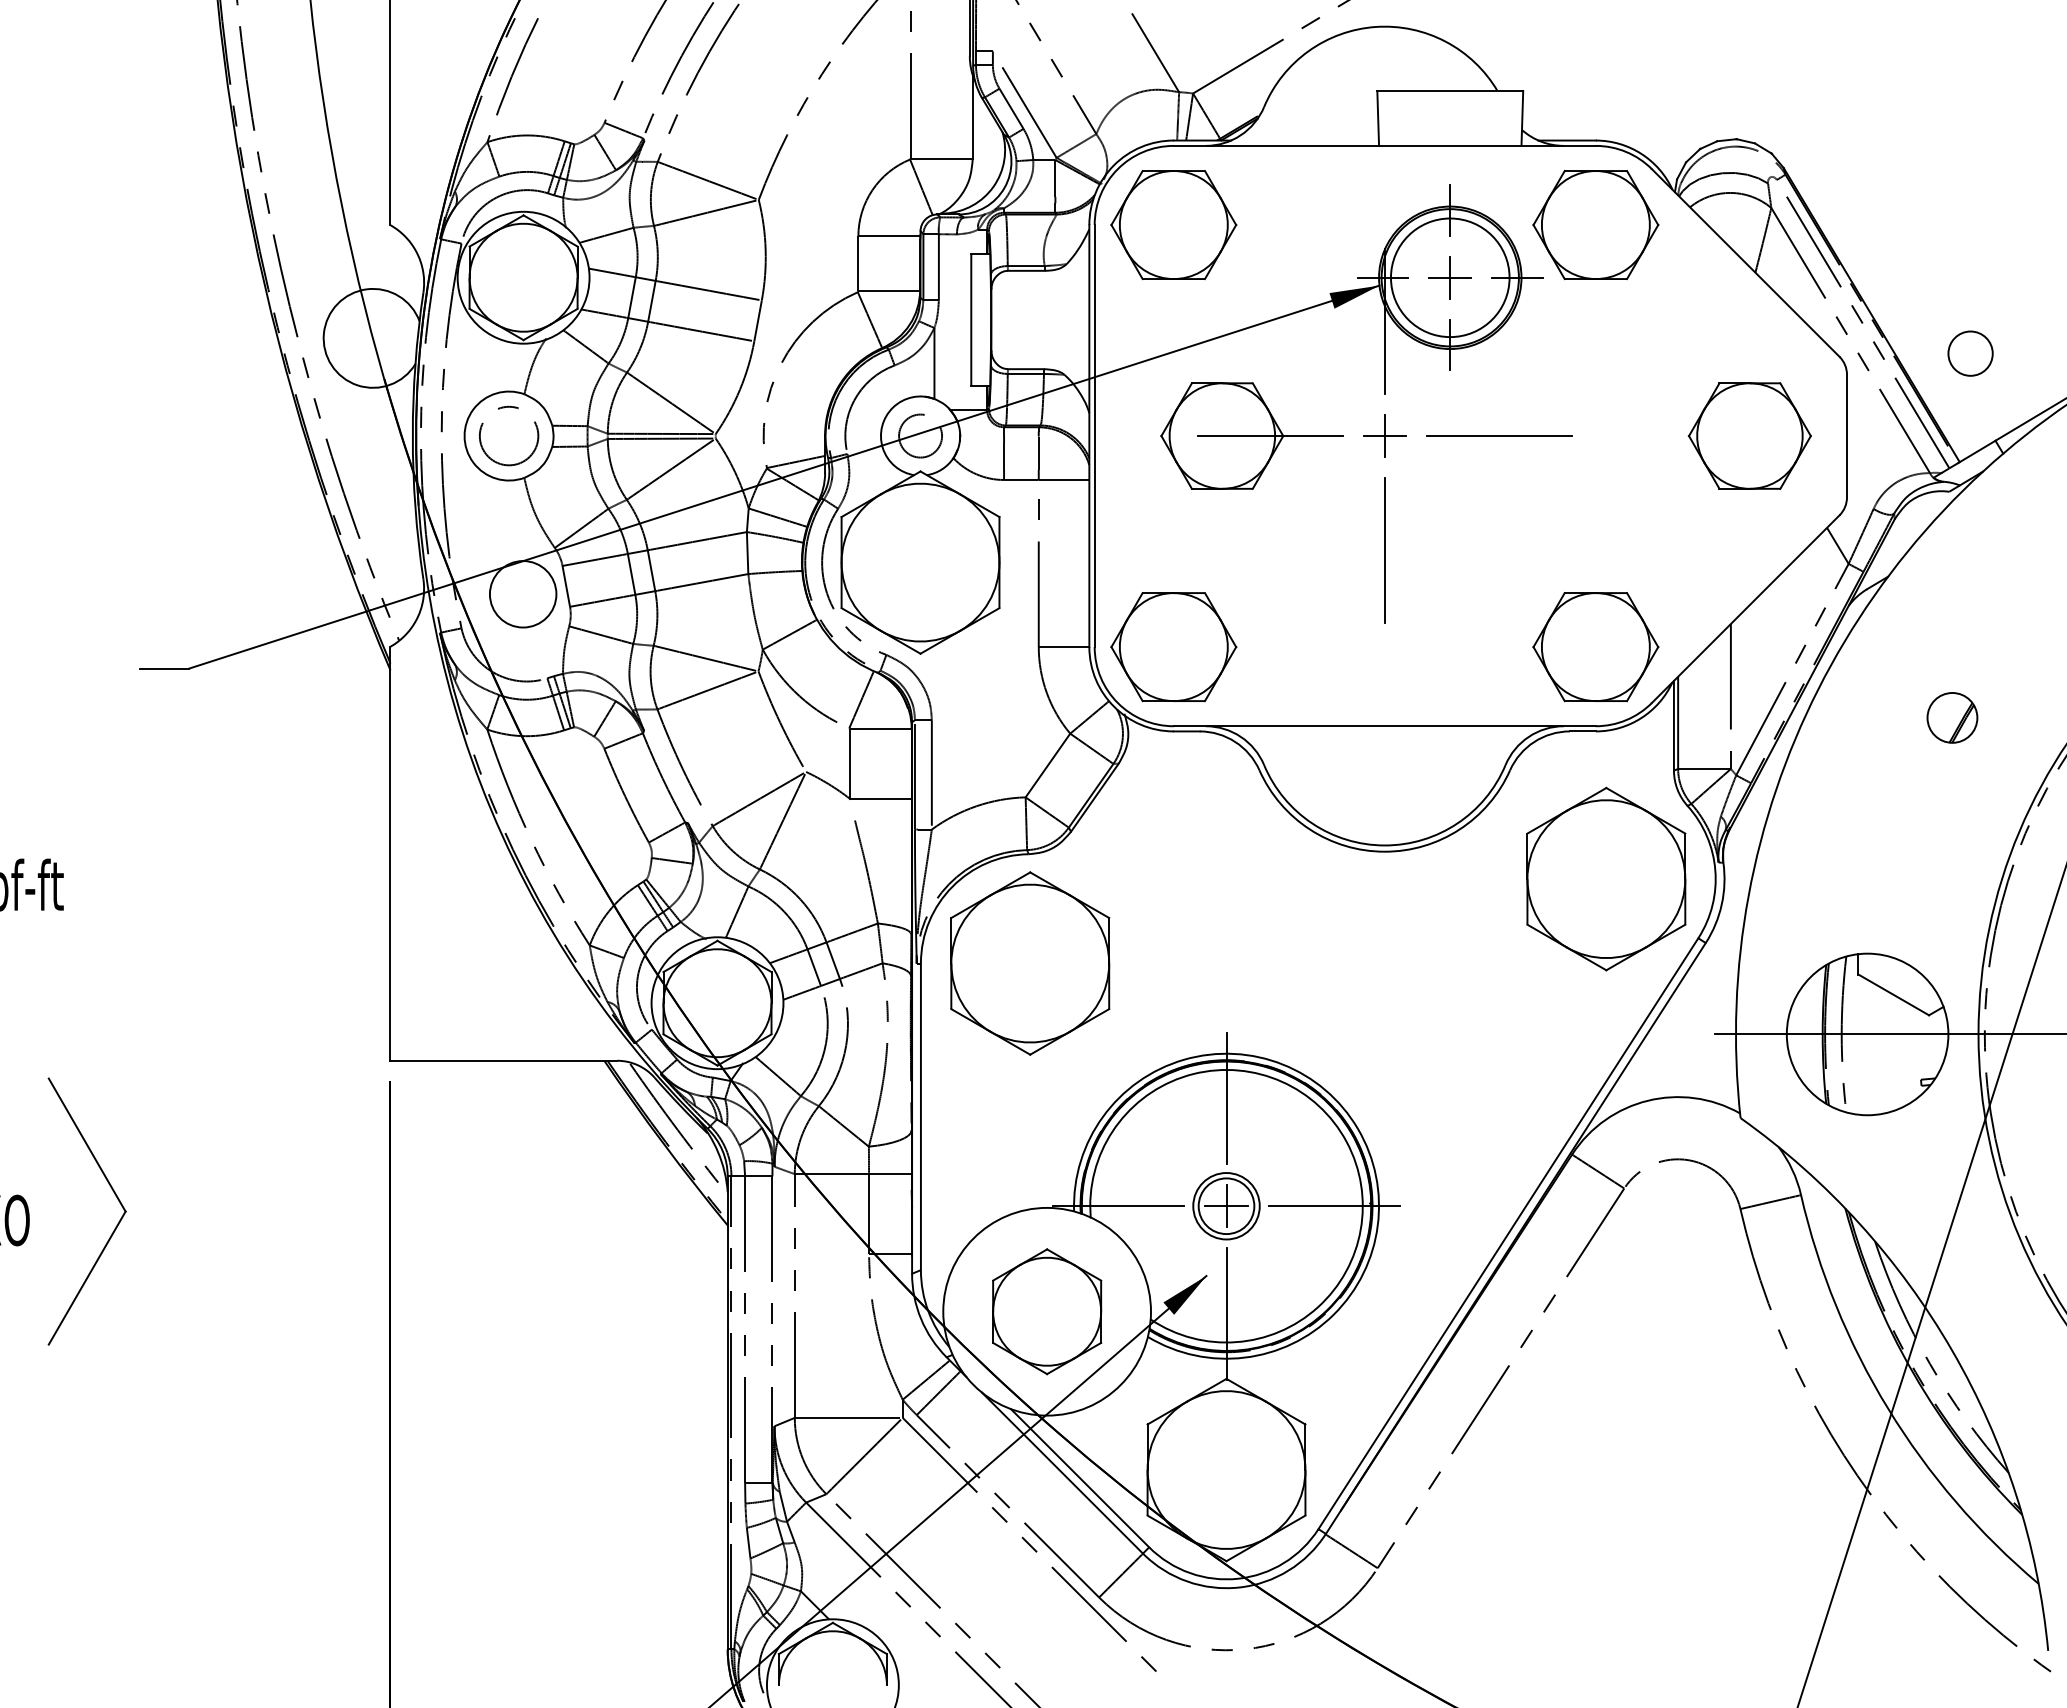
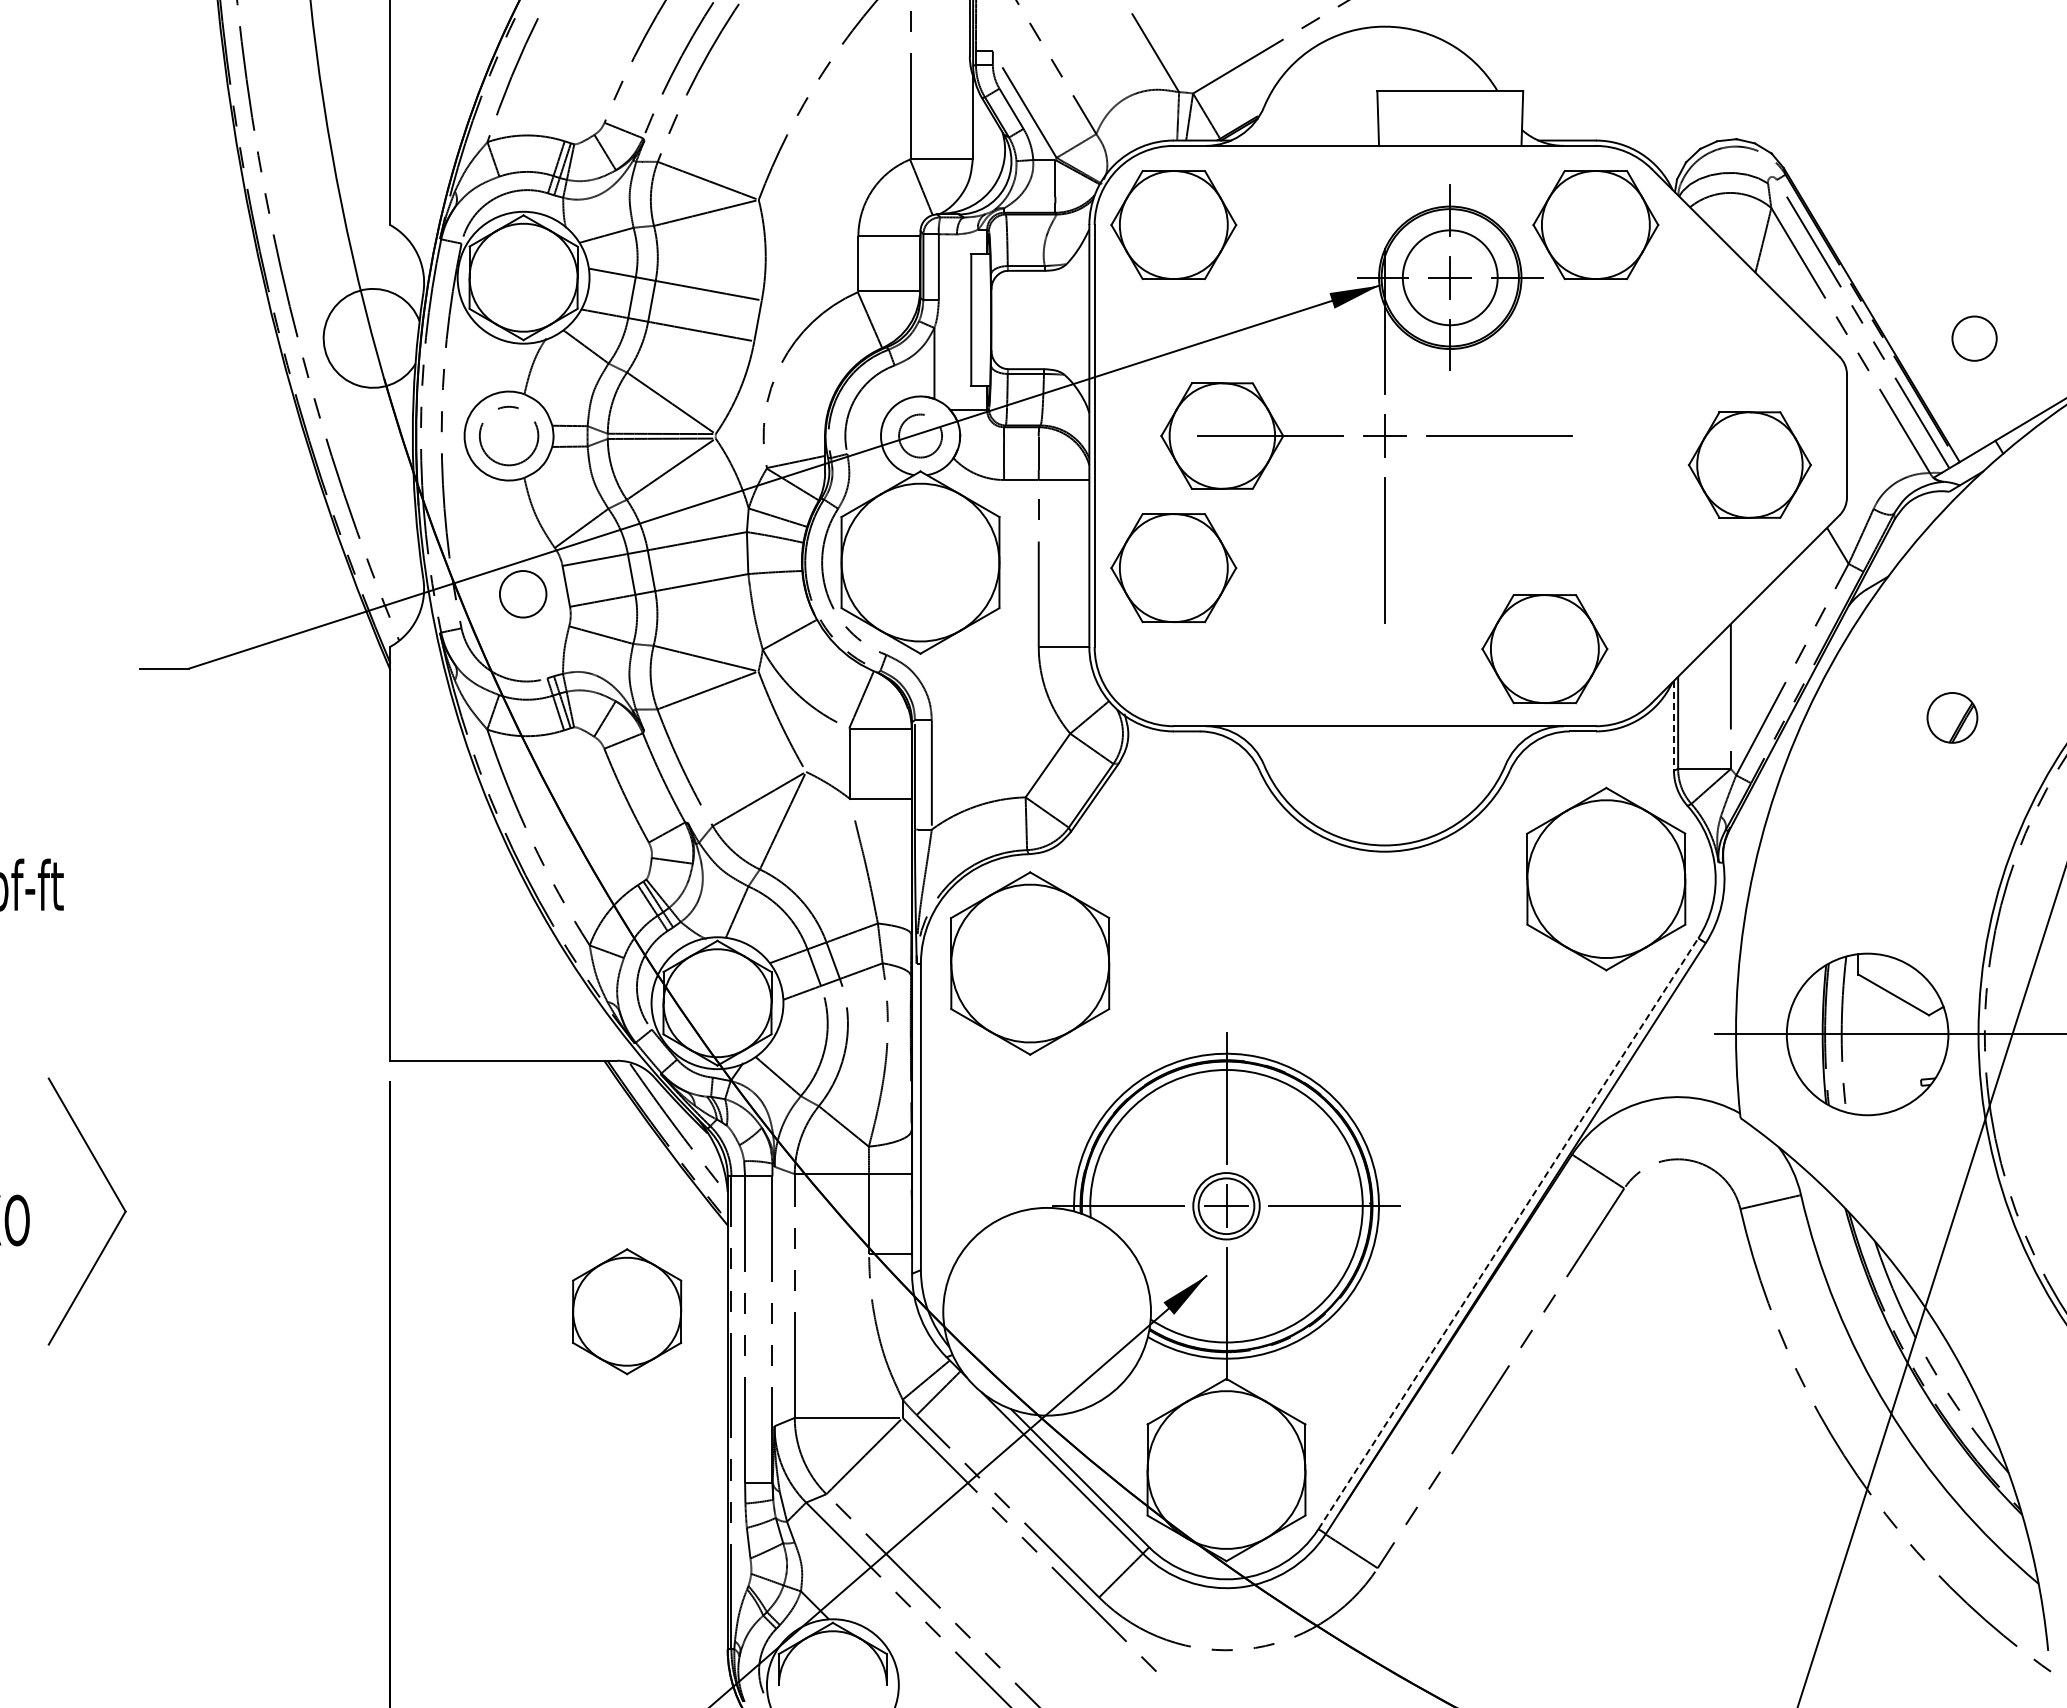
circle at (1449, 277) diameter: 119 px -> 95 px
circle at (1970, 353) position: (1970, 353) -> (1974, 338)
part at (1749, 435) position: (1749, 435) -> (1749, 464)
circle at (522, 594) diameter: 66 px -> 47 px
part at (1173, 647) position: (1173, 647) -> (1173, 568)
part at (1595, 647) position: (1595, 647) -> (1544, 649)
line at (1673, 725): solid -> dashed
line at (1508, 1233): solid -> dashed
part at (1047, 1311) position: (1047, 1311) -> (627, 1311)
